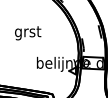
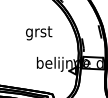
text at (28, 33) position: (28, 33) -> (39, 33)
